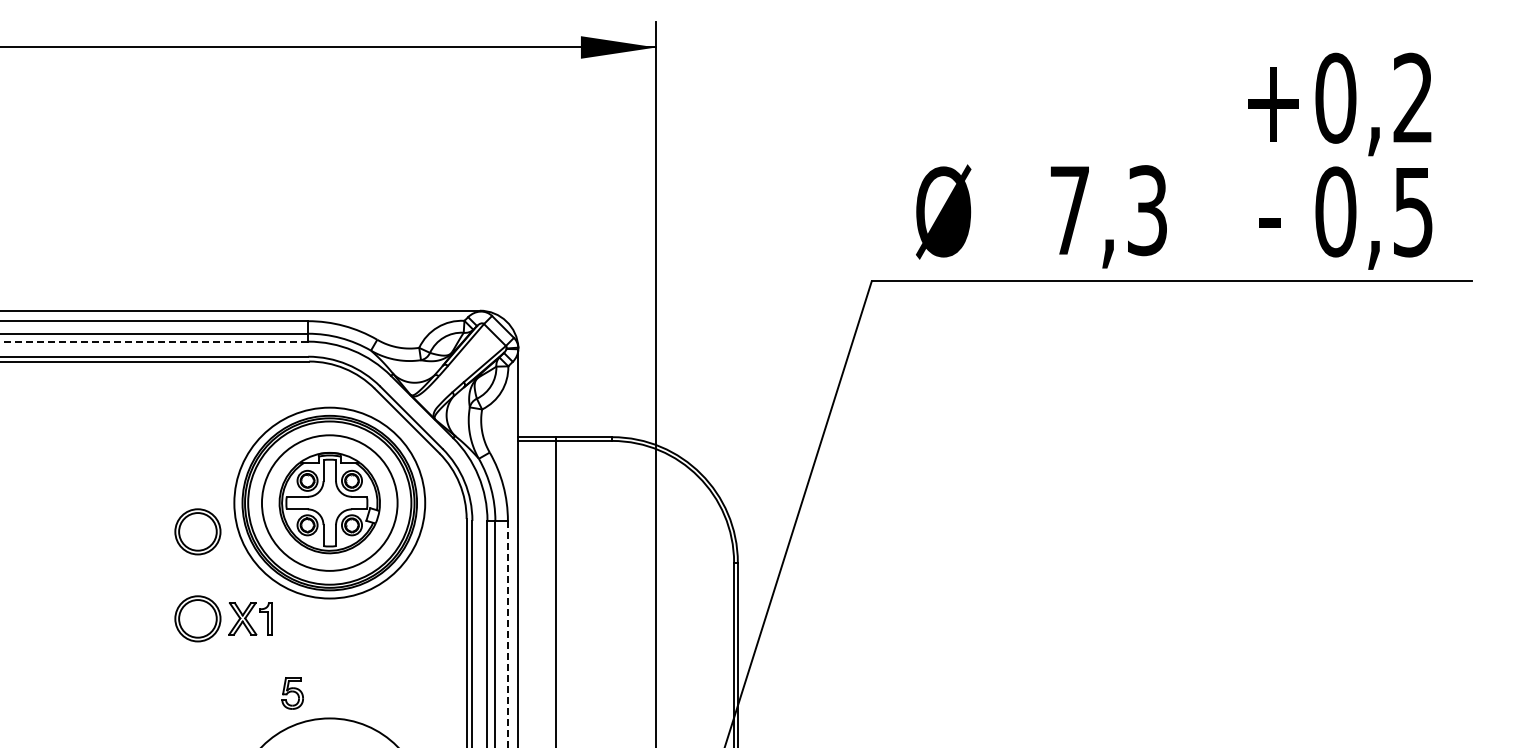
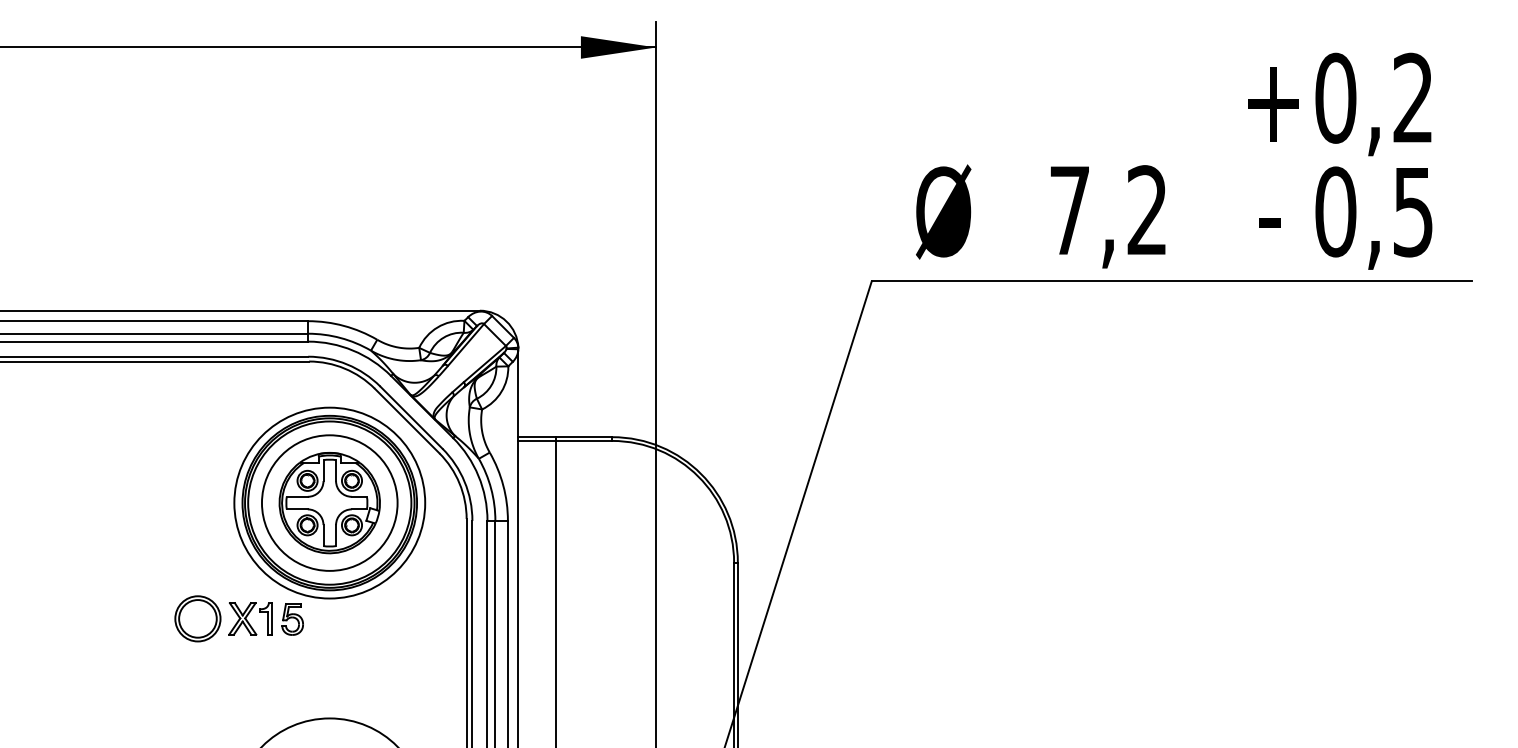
text at (1146, 210): 7,3 -> 7,2
line at (154, 341): dashed -> solid
part at (197, 531): present -> none
line at (507, 634): dashed -> solid
part at (292, 693) position: (292, 693) -> (292, 619)
